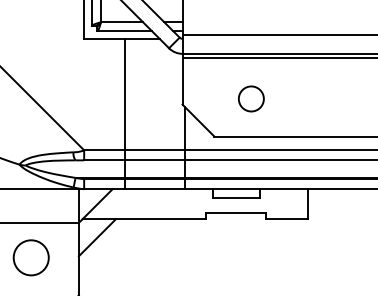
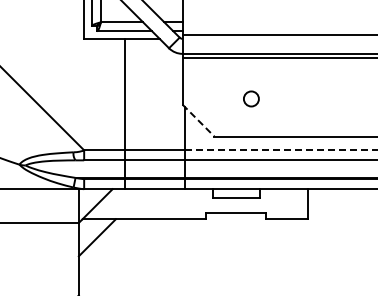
circle at (251, 98) size: 27x28 px -> 17x18 px
line at (198, 120): solid -> dashed
line at (281, 150): solid -> dashed
circle at (30, 257): present -> none
